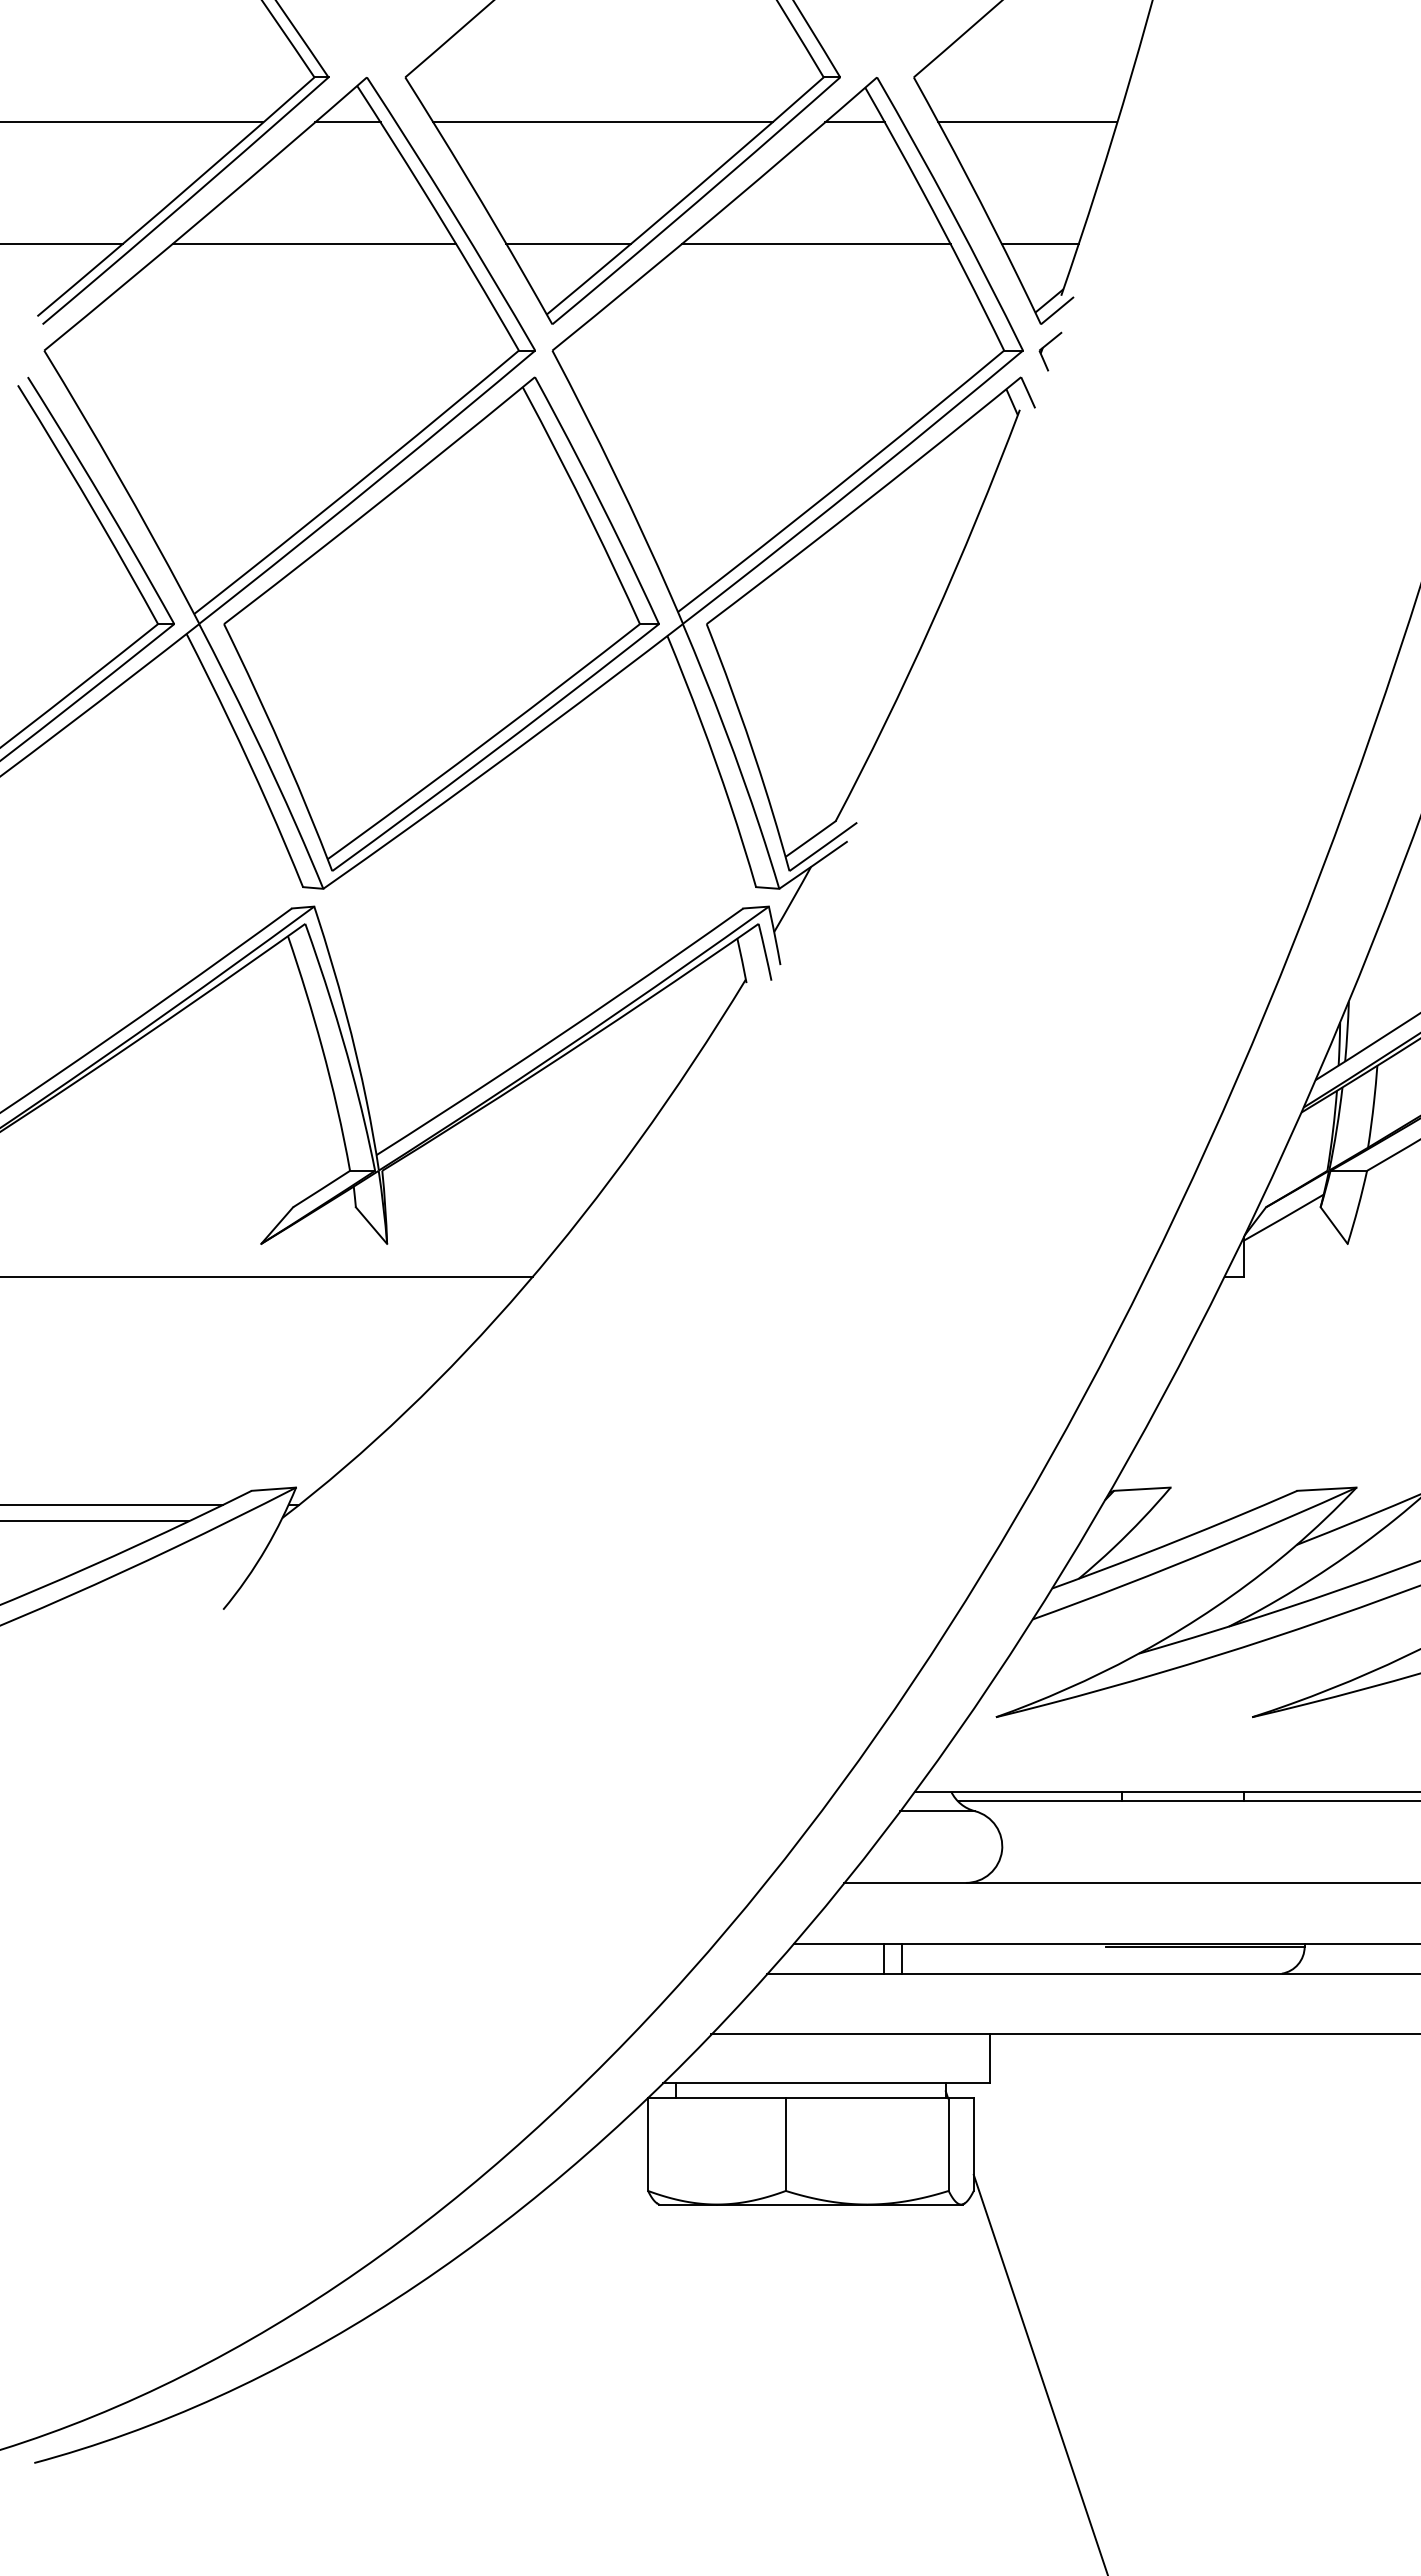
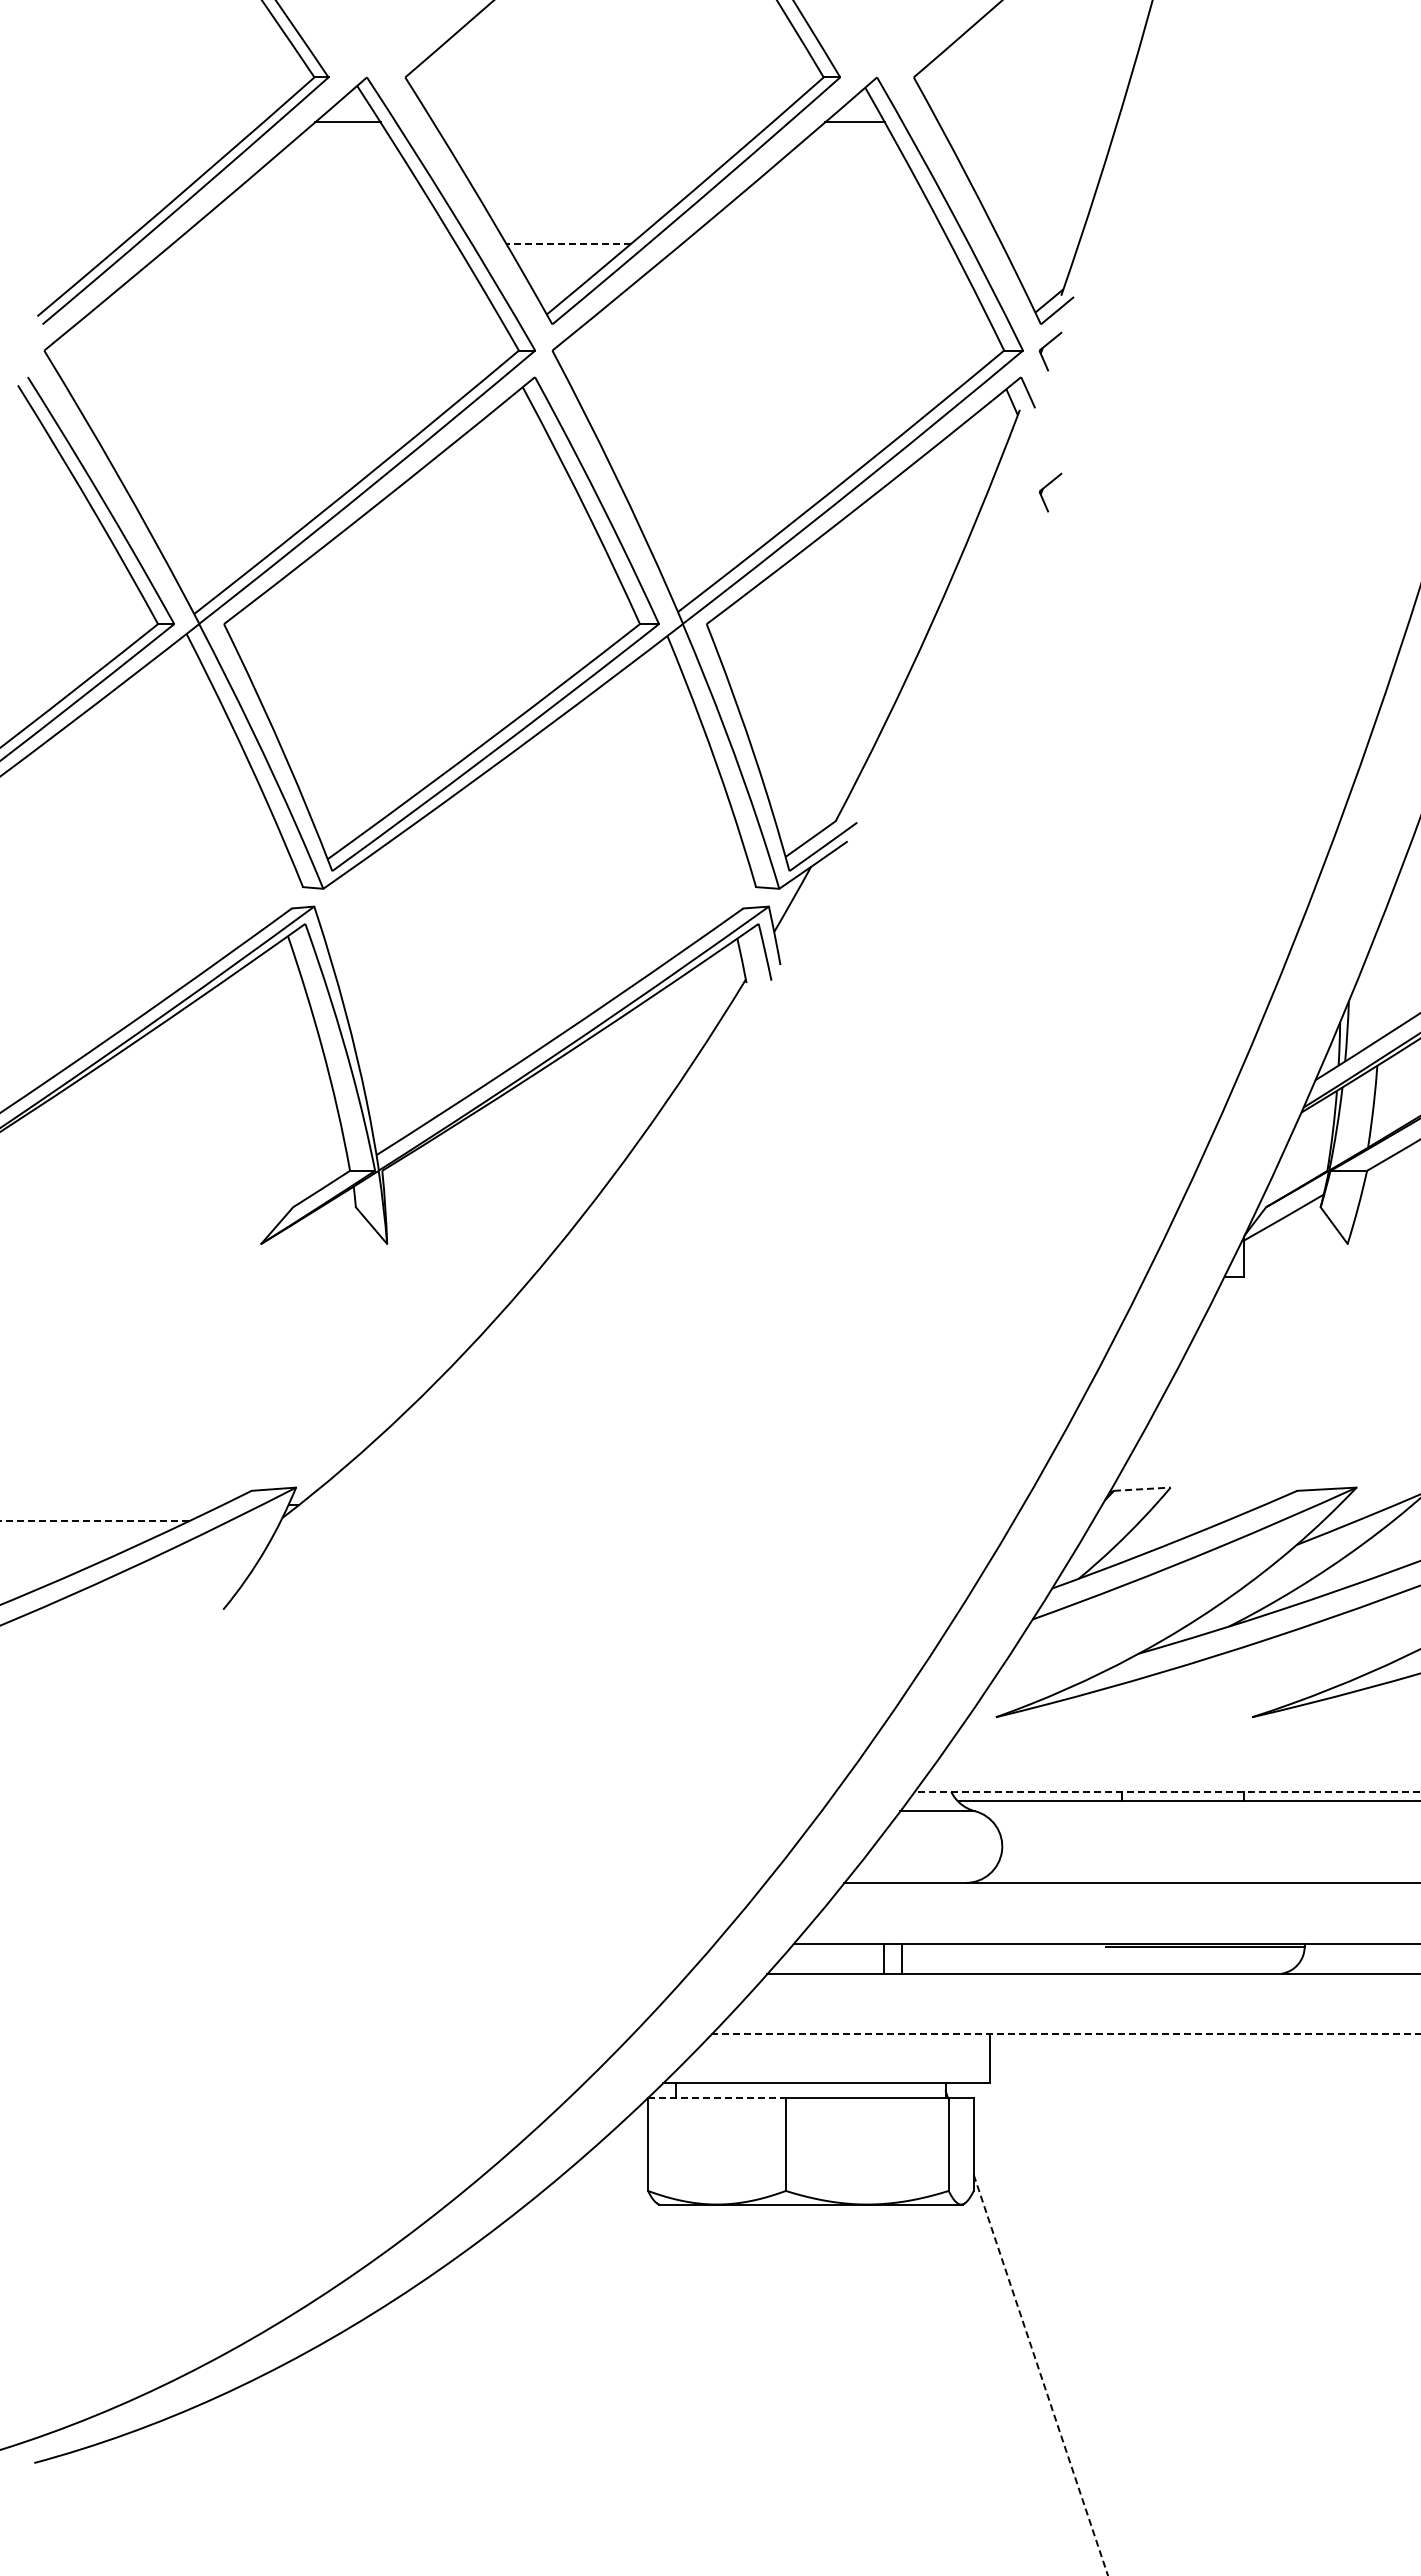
line at (132, 122): present -> none
line at (602, 122): present -> none
line at (1027, 122): present -> none
line at (62, 243): present -> none
line at (314, 243): present -> none
line at (568, 243): solid -> dashed
line at (816, 243): present -> none
line at (1039, 243): present -> none
part at (1046, 487): none -> present
line at (267, 1276): present -> none
line at (1142, 1489): solid -> dashed
line at (112, 1505): present -> none
line at (93, 1521): solid -> dashed
line at (1167, 1791): solid -> dashed
line at (1065, 2034): solid -> dashed
line at (716, 2098): solid -> dashed
line at (1041, 2375): solid -> dashed
